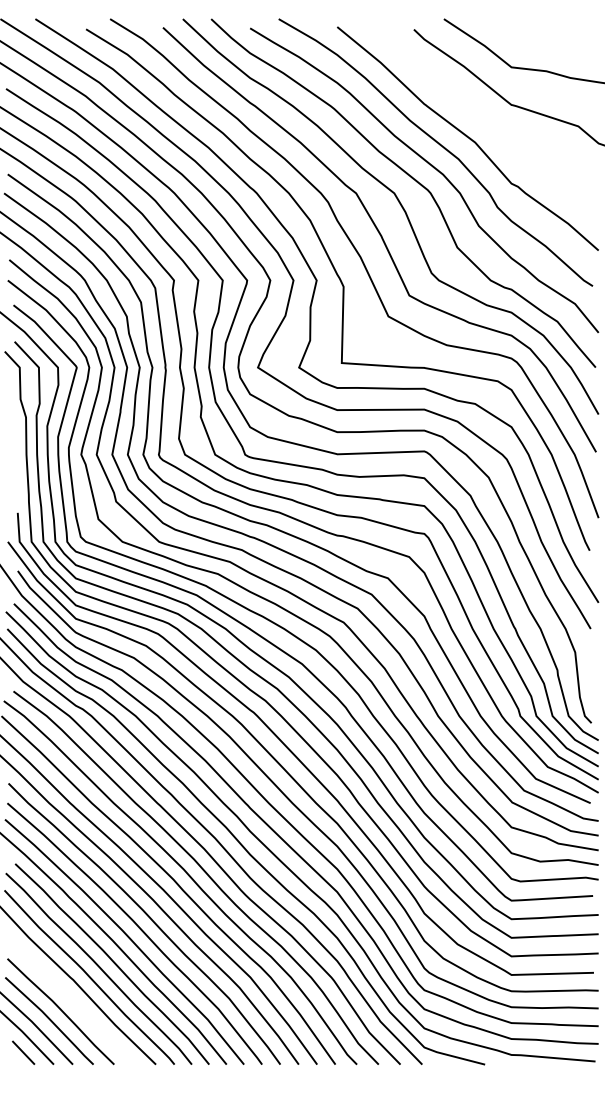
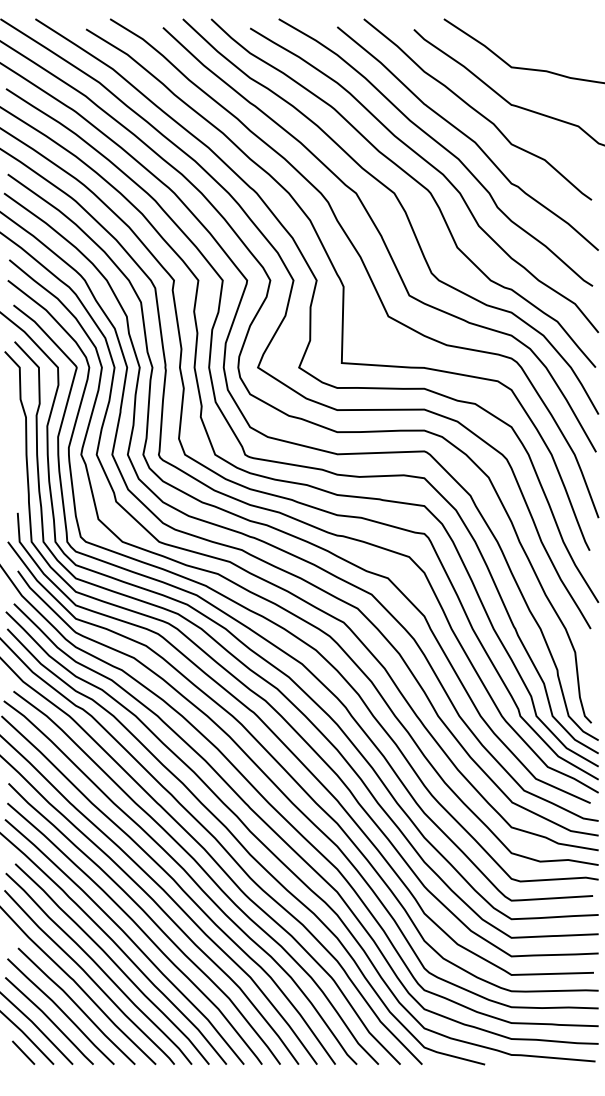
curve at (476, 109): none -> present
curve at (76, 1005): none -> present
